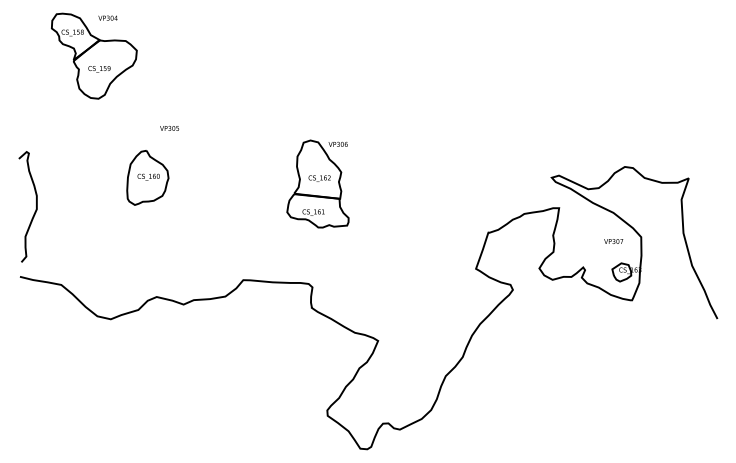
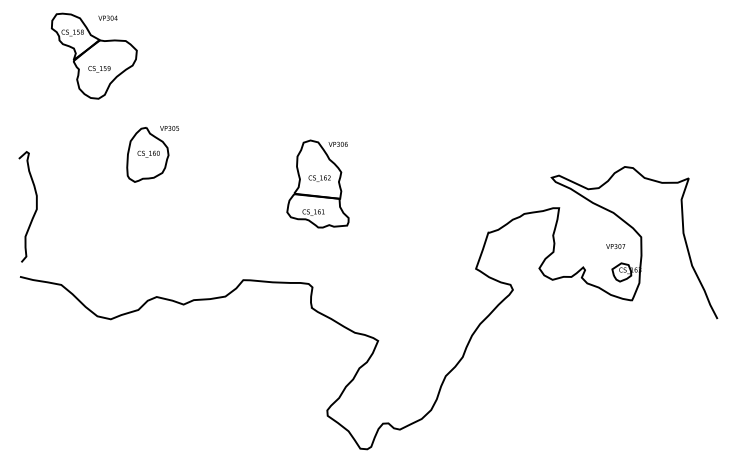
part at (147, 177) position: (147, 177) -> (147, 154)
text at (613, 241) position: (613, 241) -> (615, 246)
